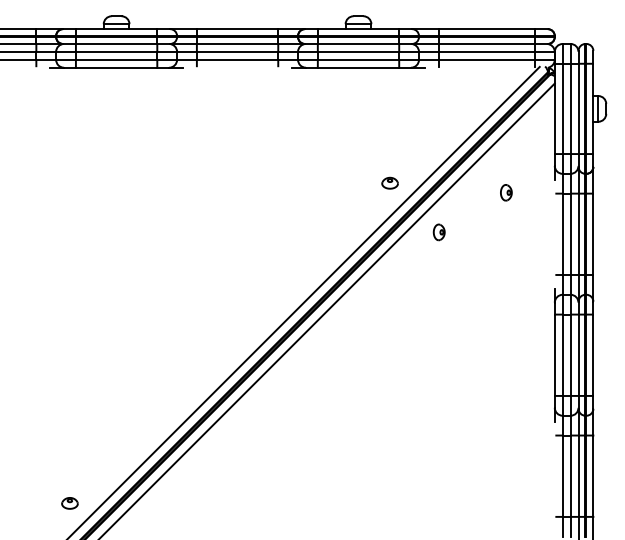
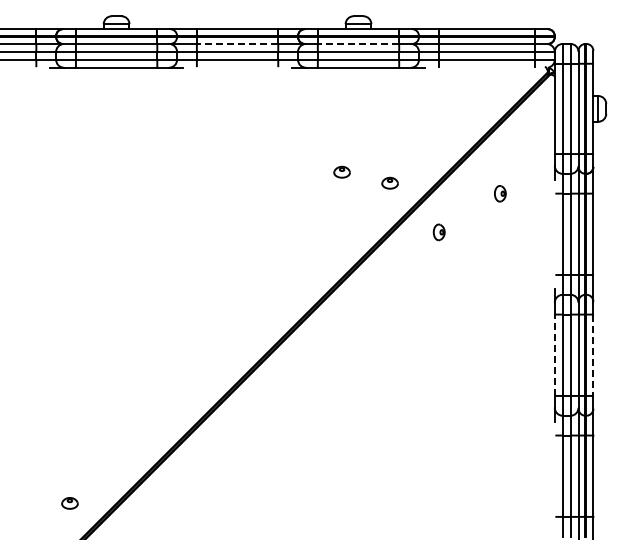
line at (237, 43): solid -> dashed
line at (358, 43): solid -> dashed
part at (341, 171): none -> present
part at (506, 192) position: (506, 192) -> (500, 193)
line at (304, 301): present -> none
line at (327, 309): present -> none
line at (554, 355): solid -> dashed
line at (593, 355): solid -> dashed
